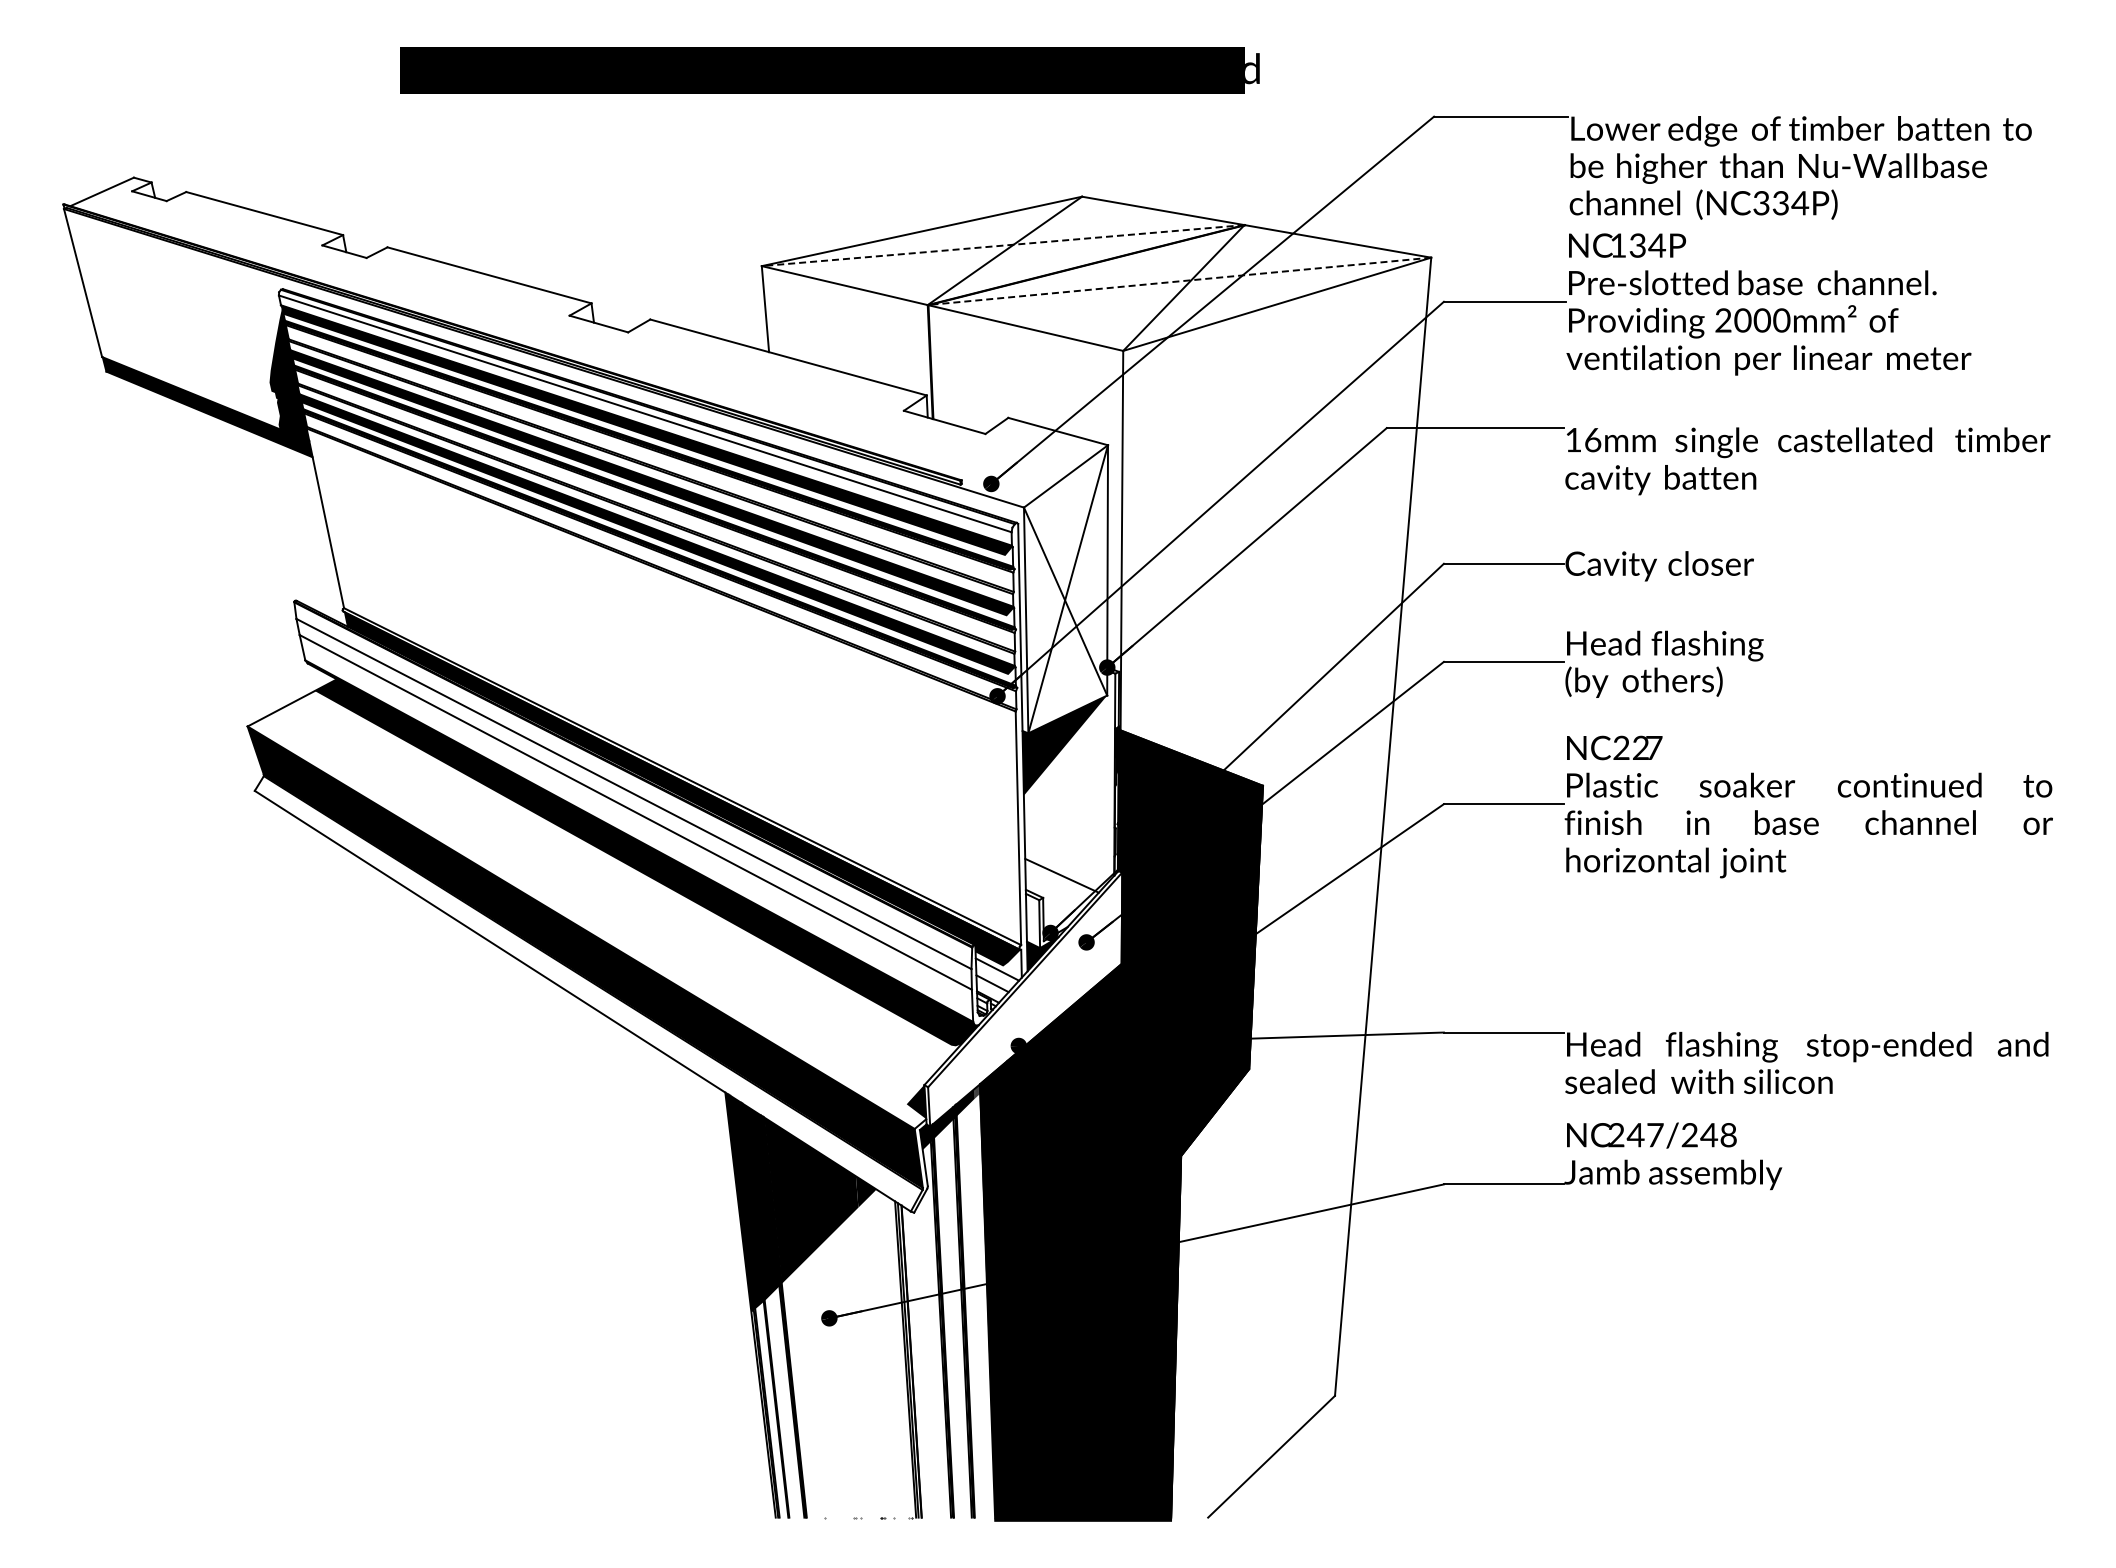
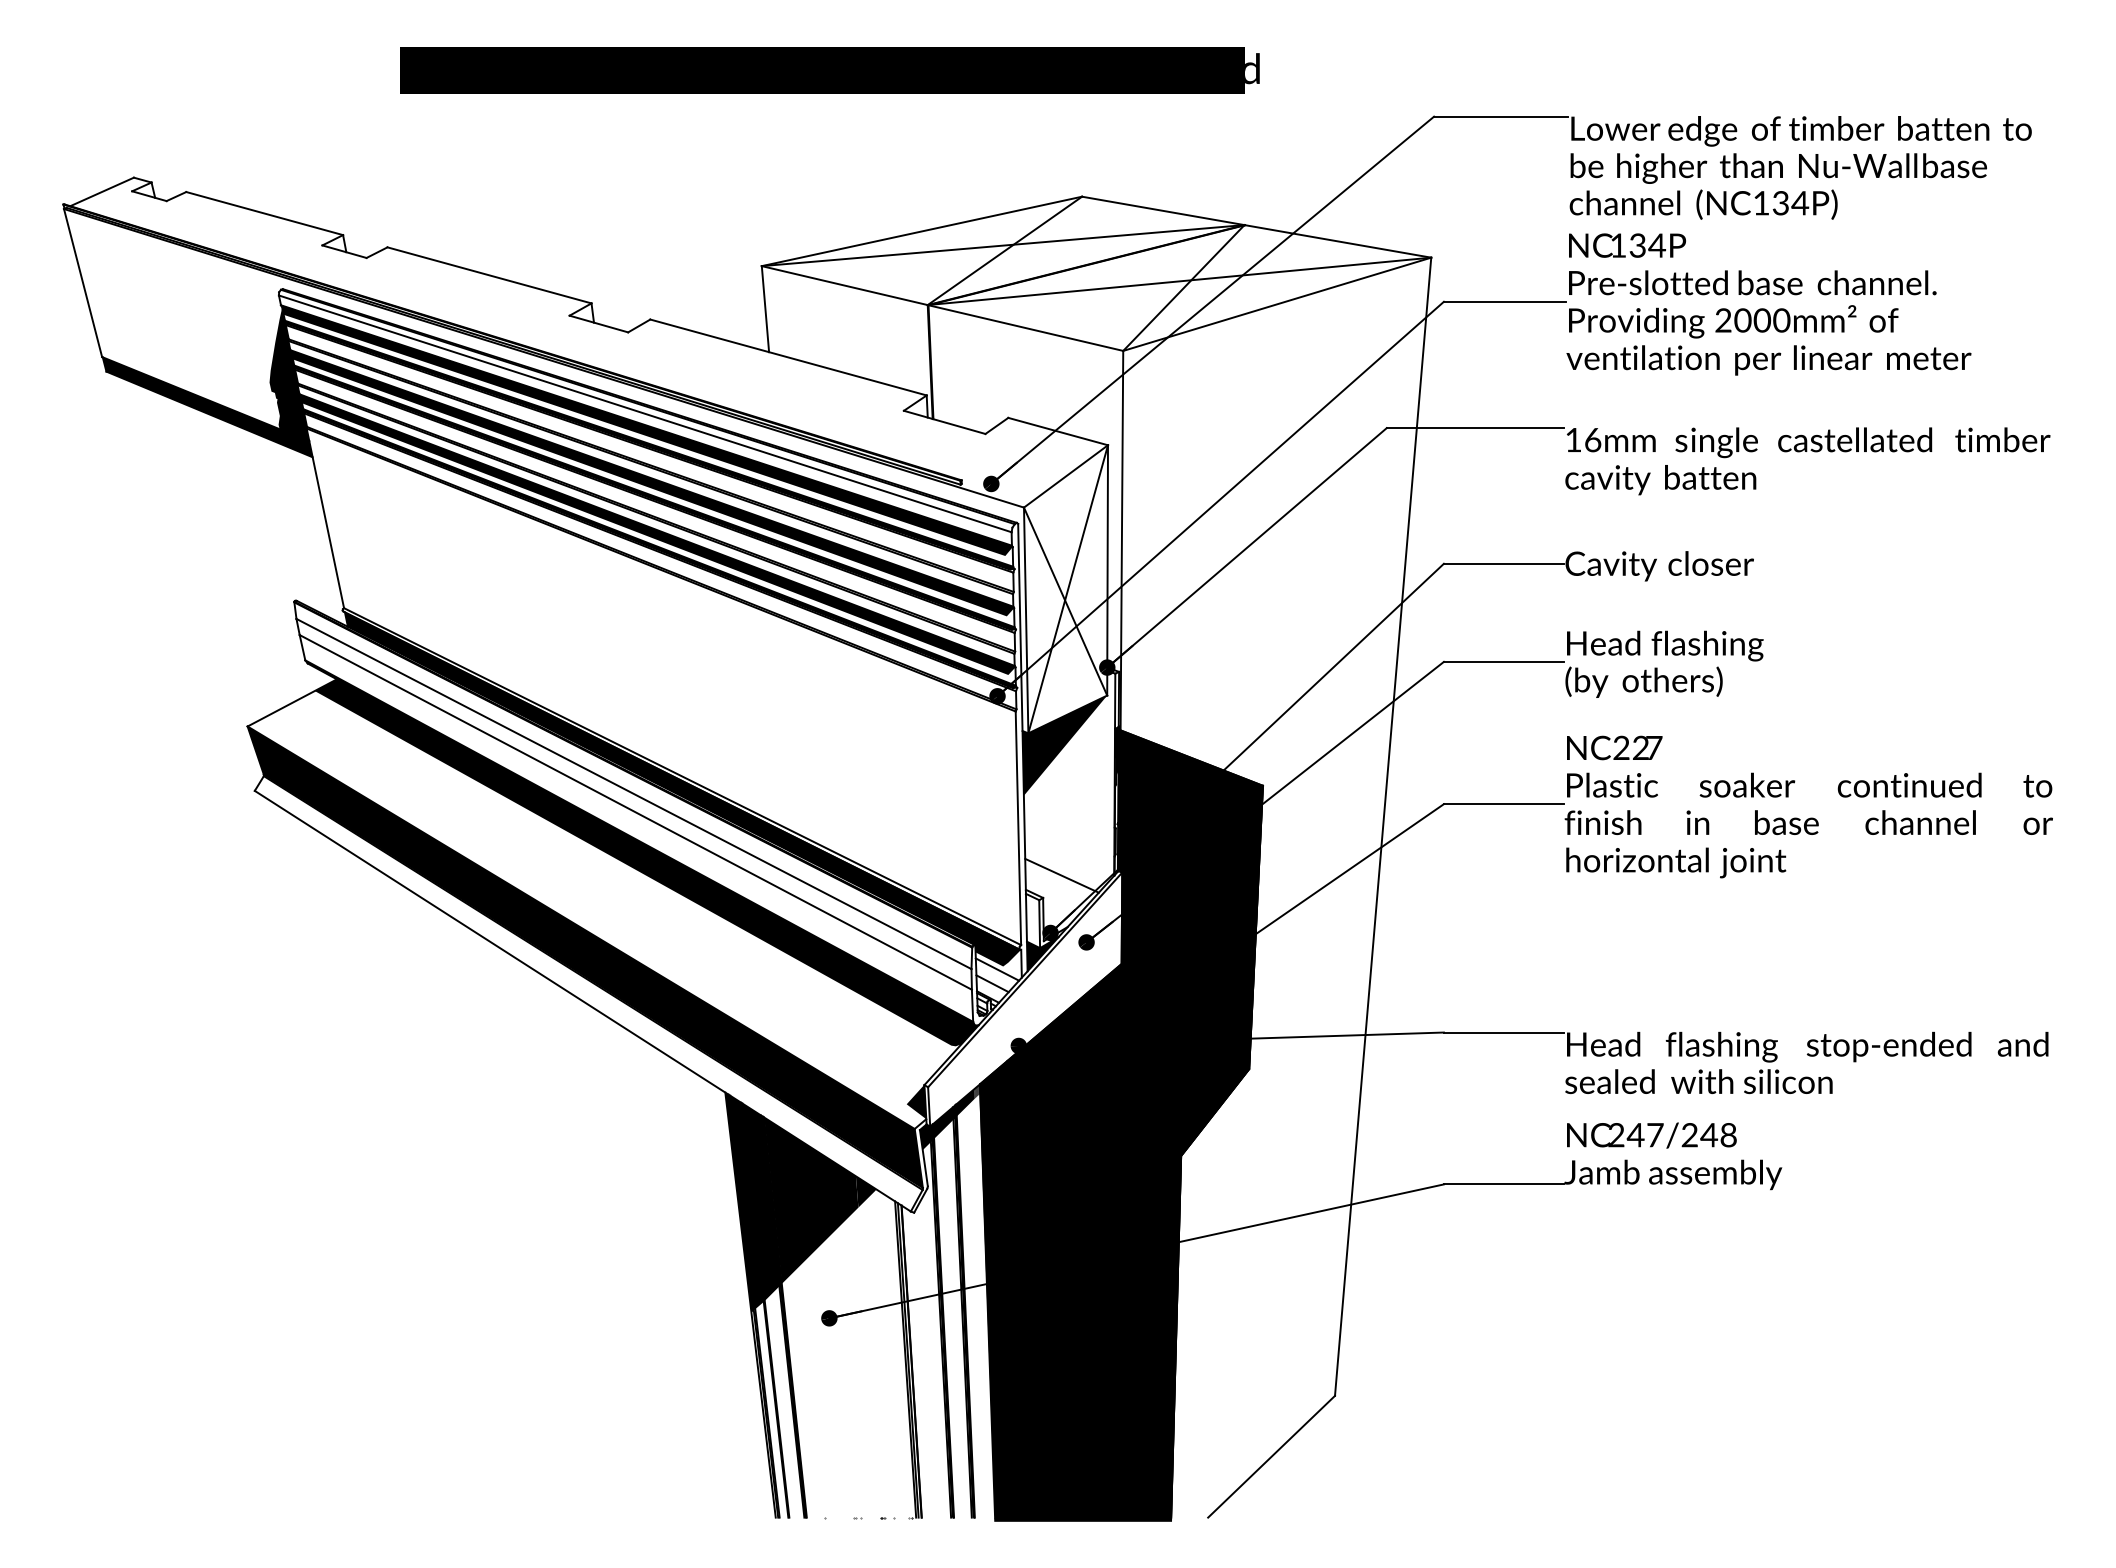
text at (1761, 203): (NC334P) -> (NC134P)
line at (1002, 245): dashed -> solid
line at (1179, 281): dashed -> solid
